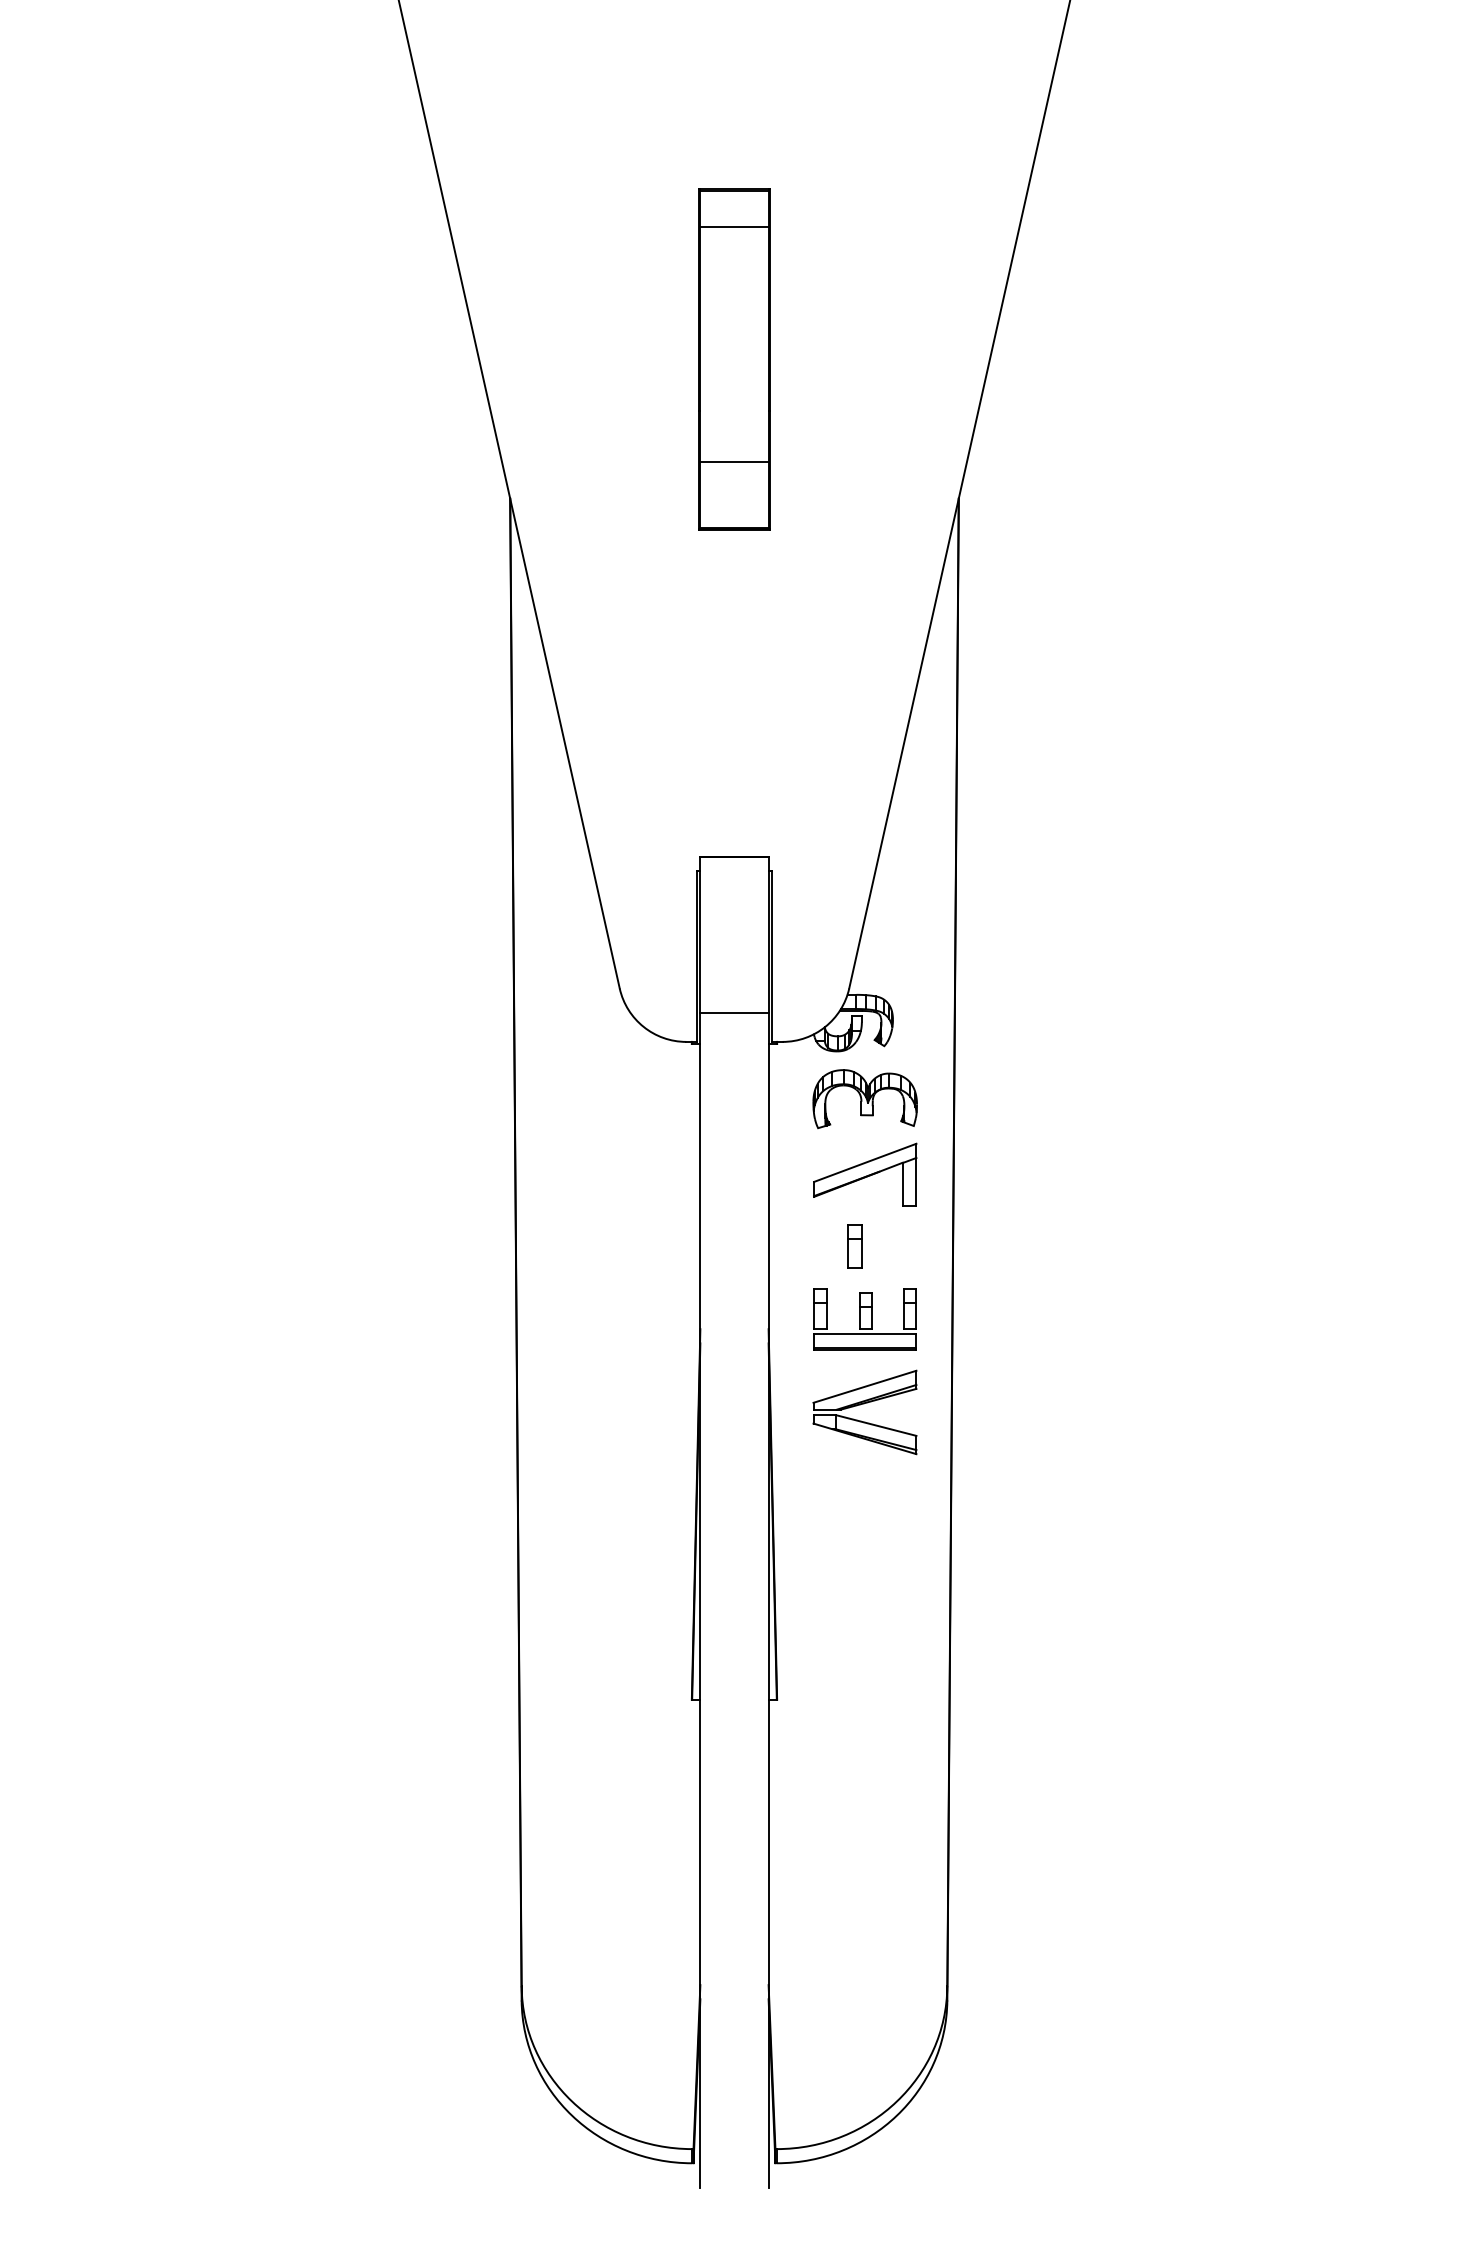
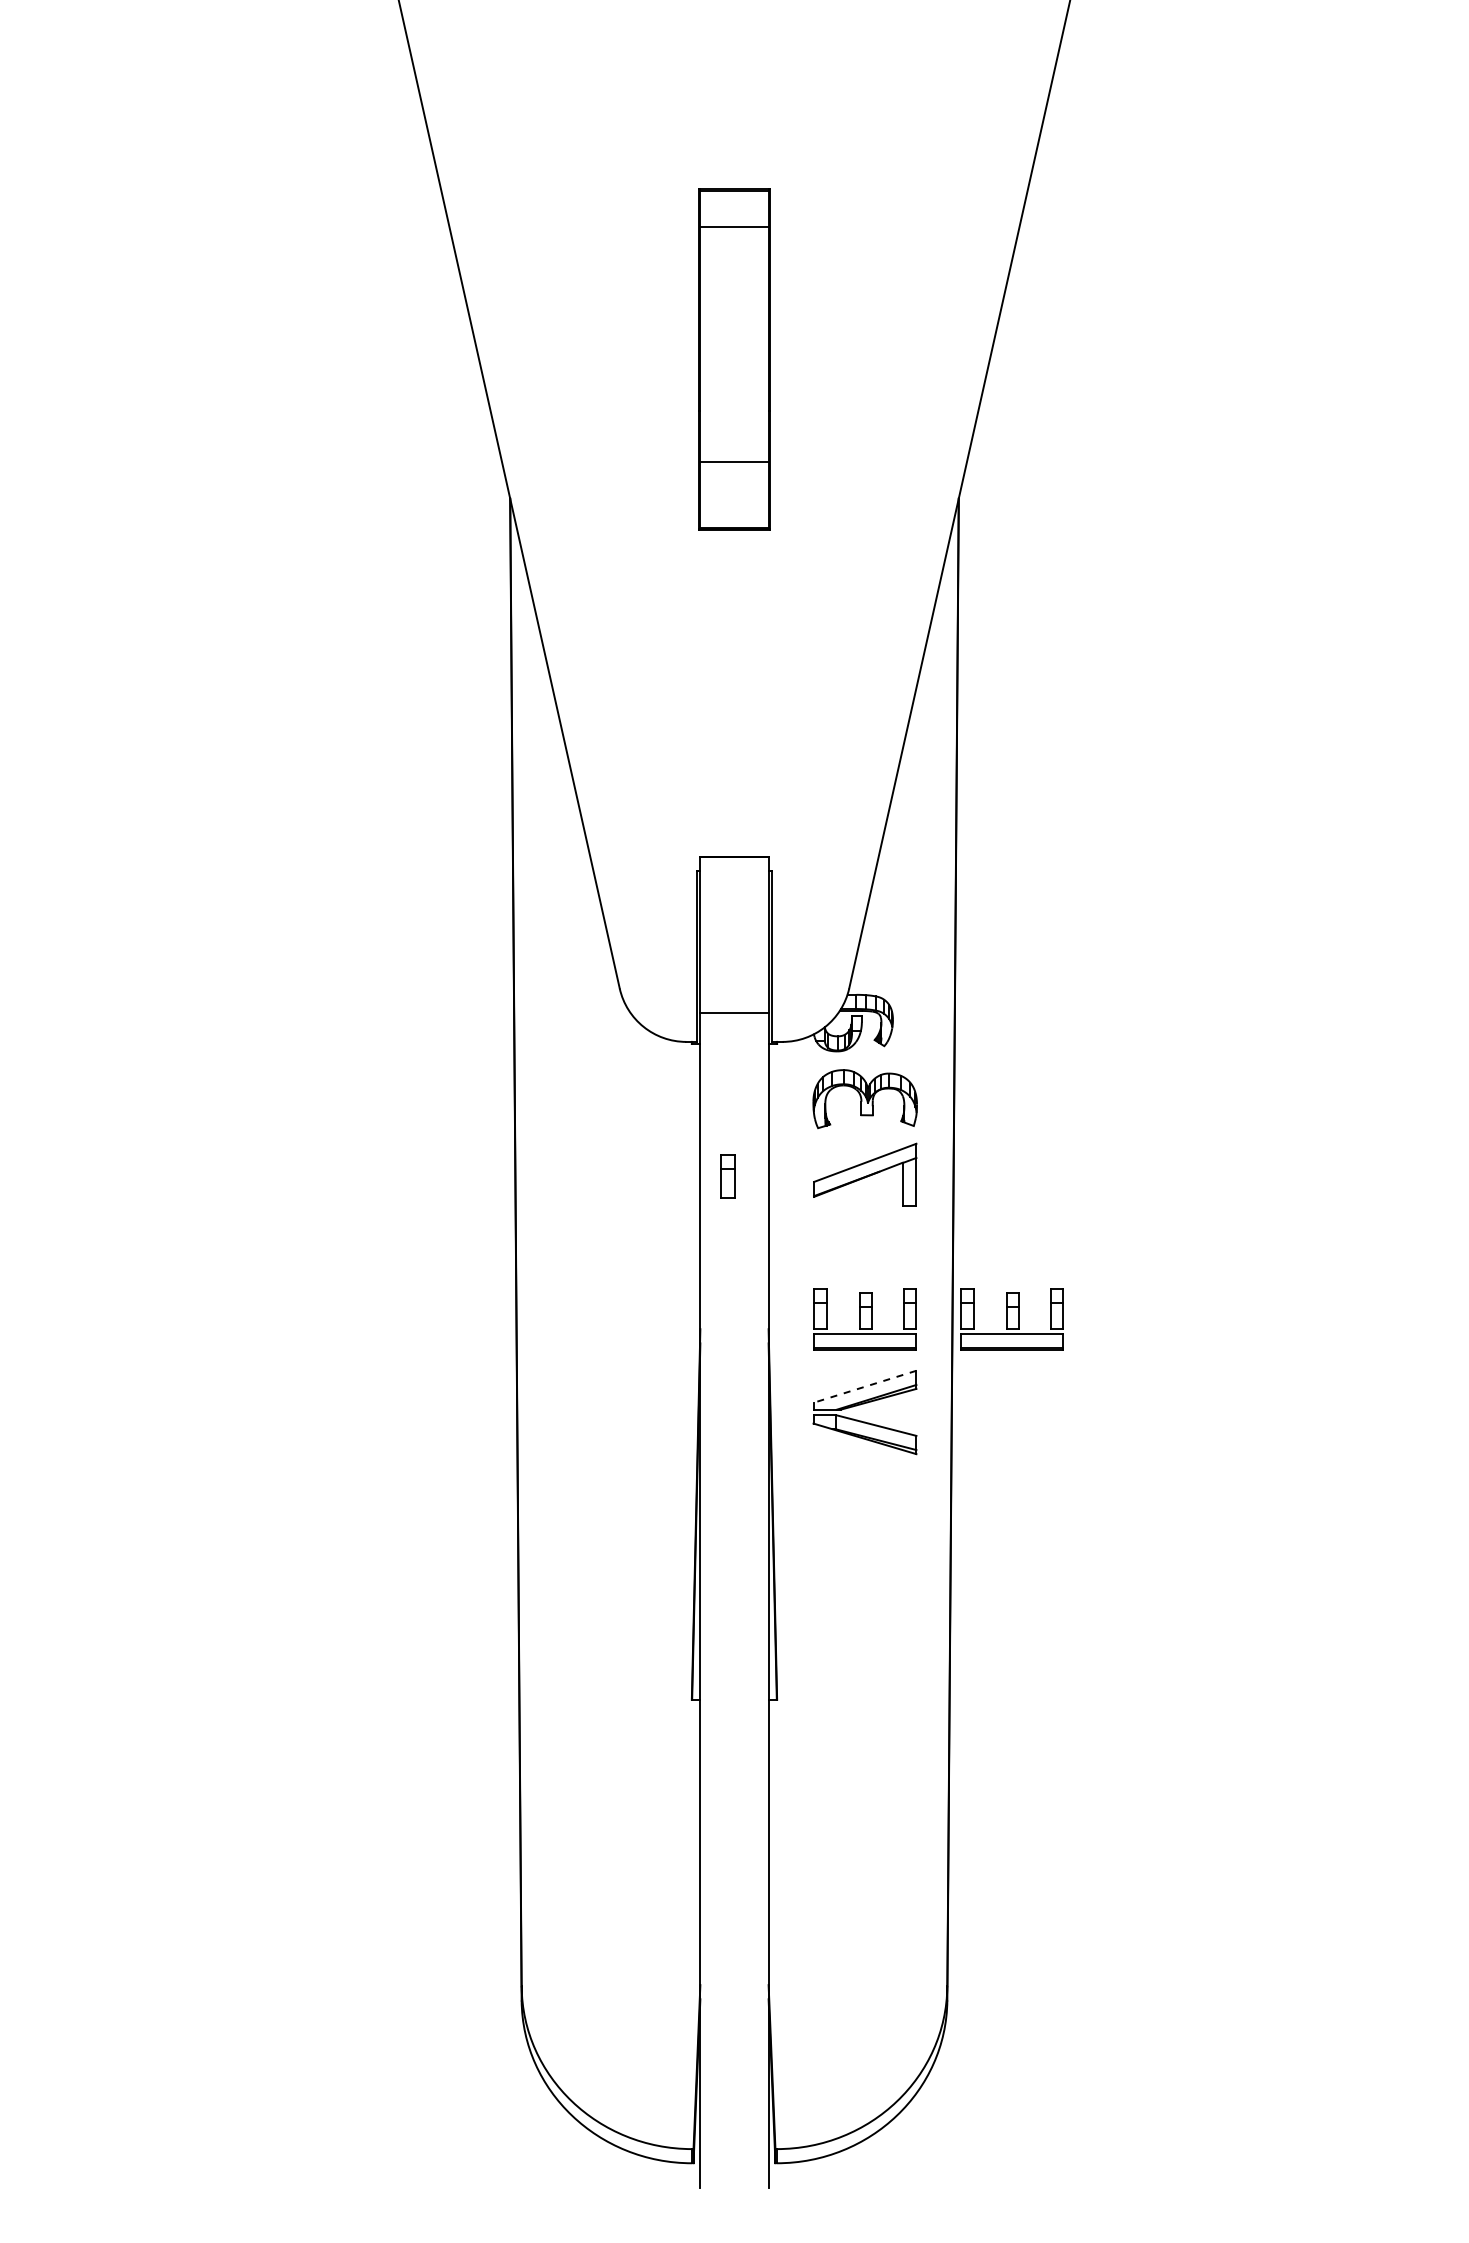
part at (854, 1246) position: (854, 1246) -> (727, 1176)
part at (1011, 1319): none -> present
line at (864, 1386): solid -> dashed
